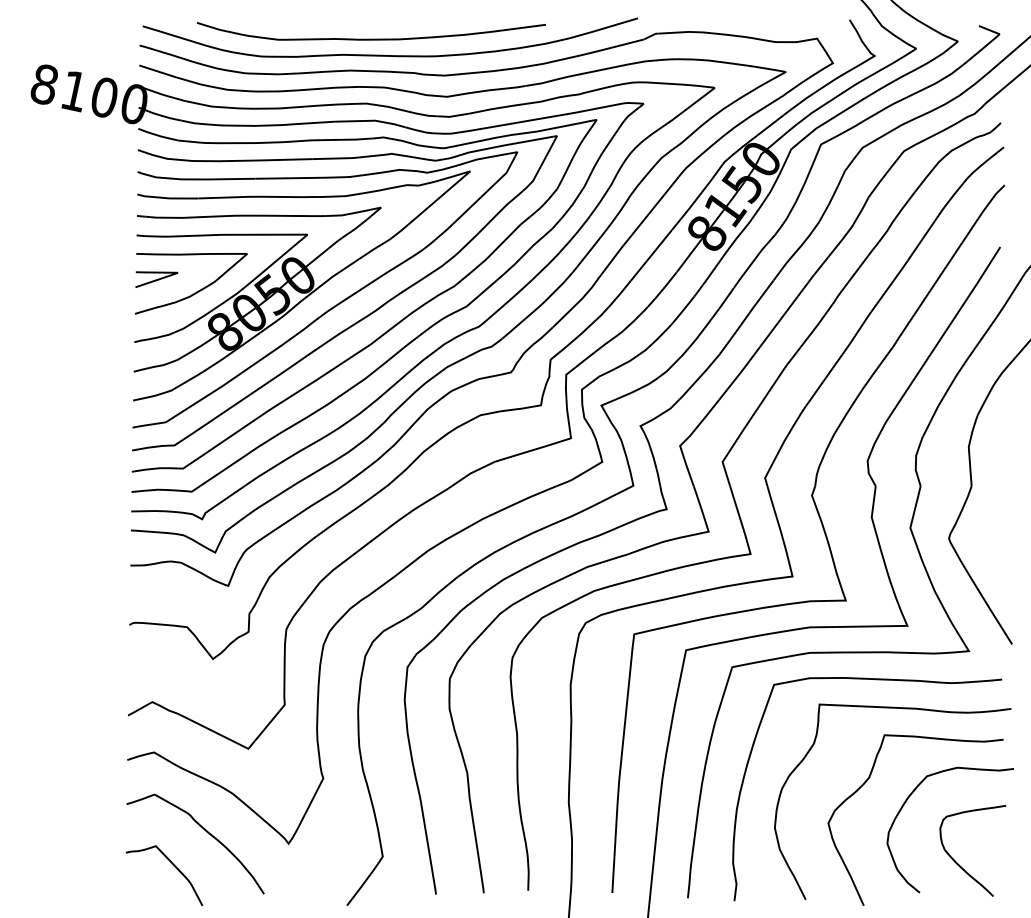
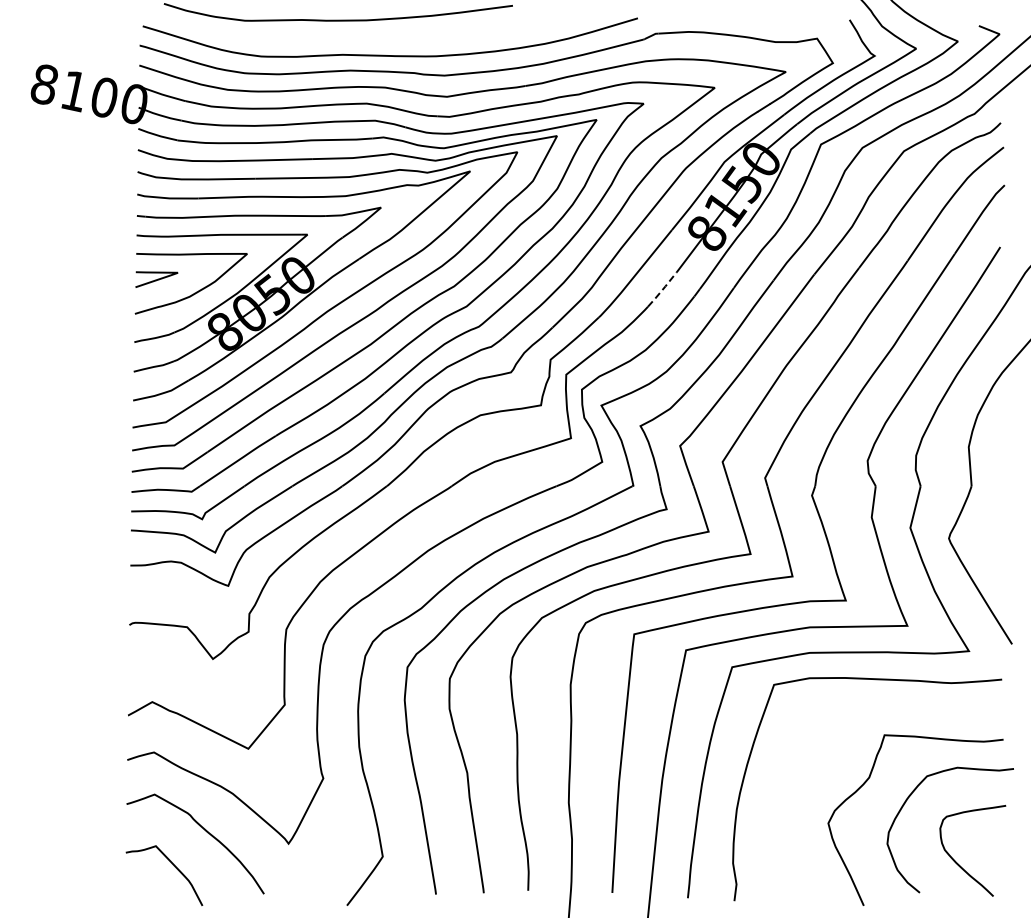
curve at (370, 38) position: (370, 38) -> (337, 19)
line at (662, 289): solid -> dashed
curve at (903, 709): present -> none
